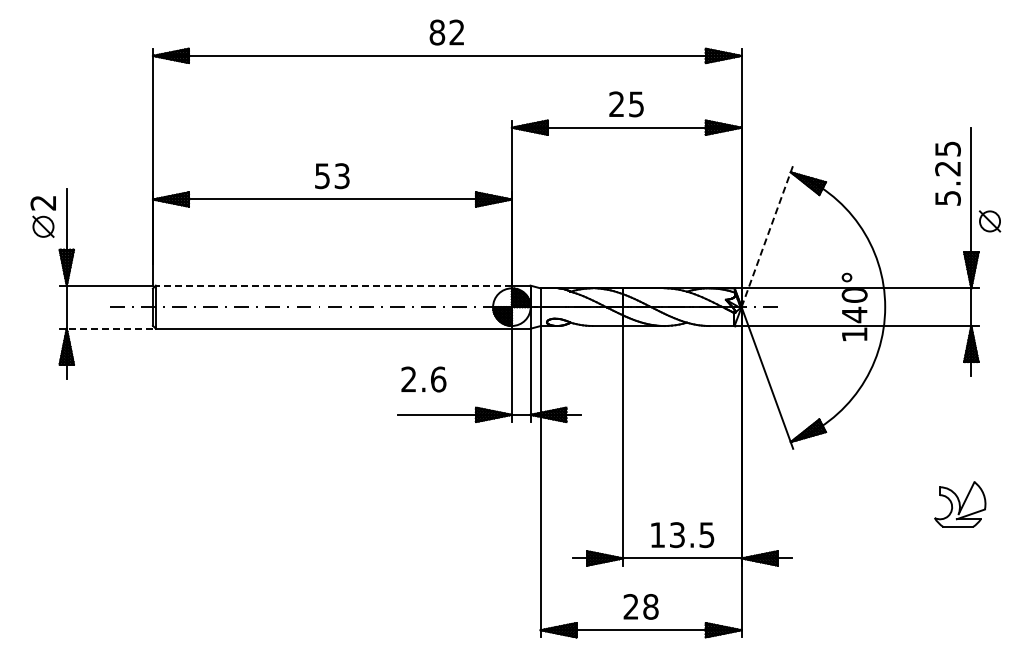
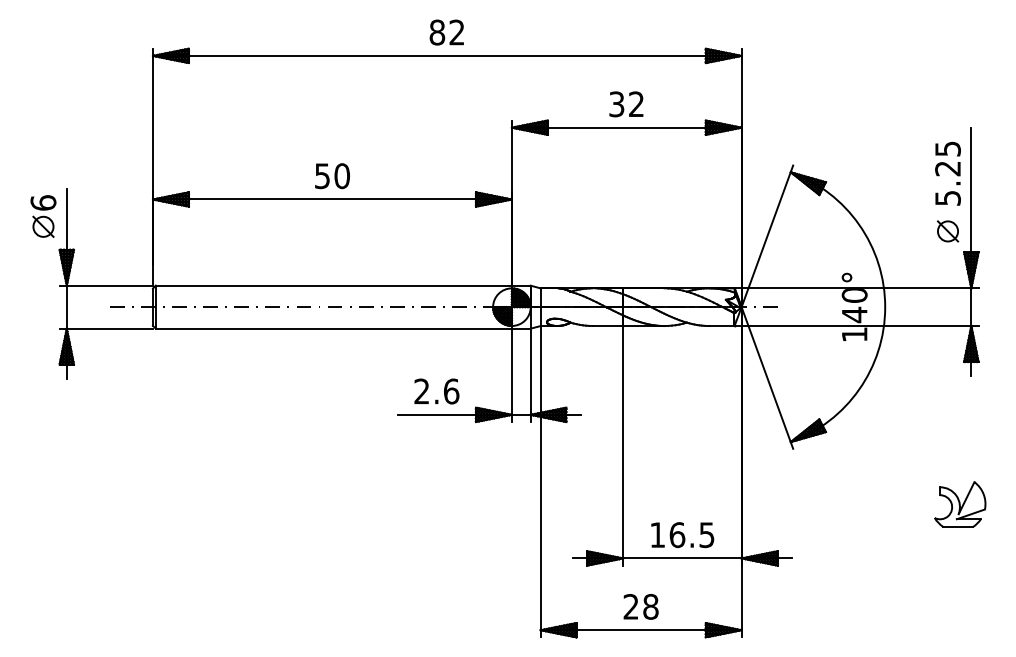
text at (626, 104): 25 -> 32
text at (342, 176): 53 -> 50
text at (43, 202): 2 -> 6
part at (989, 221) position: (989, 221) -> (947, 231)
line at (767, 235): dashed -> solid
line at (333, 285): dashed -> solid
line at (109, 328): dashed -> solid
text at (423, 379) position: (423, 379) -> (436, 391)
text at (677, 535): 13.5 -> 16.5
